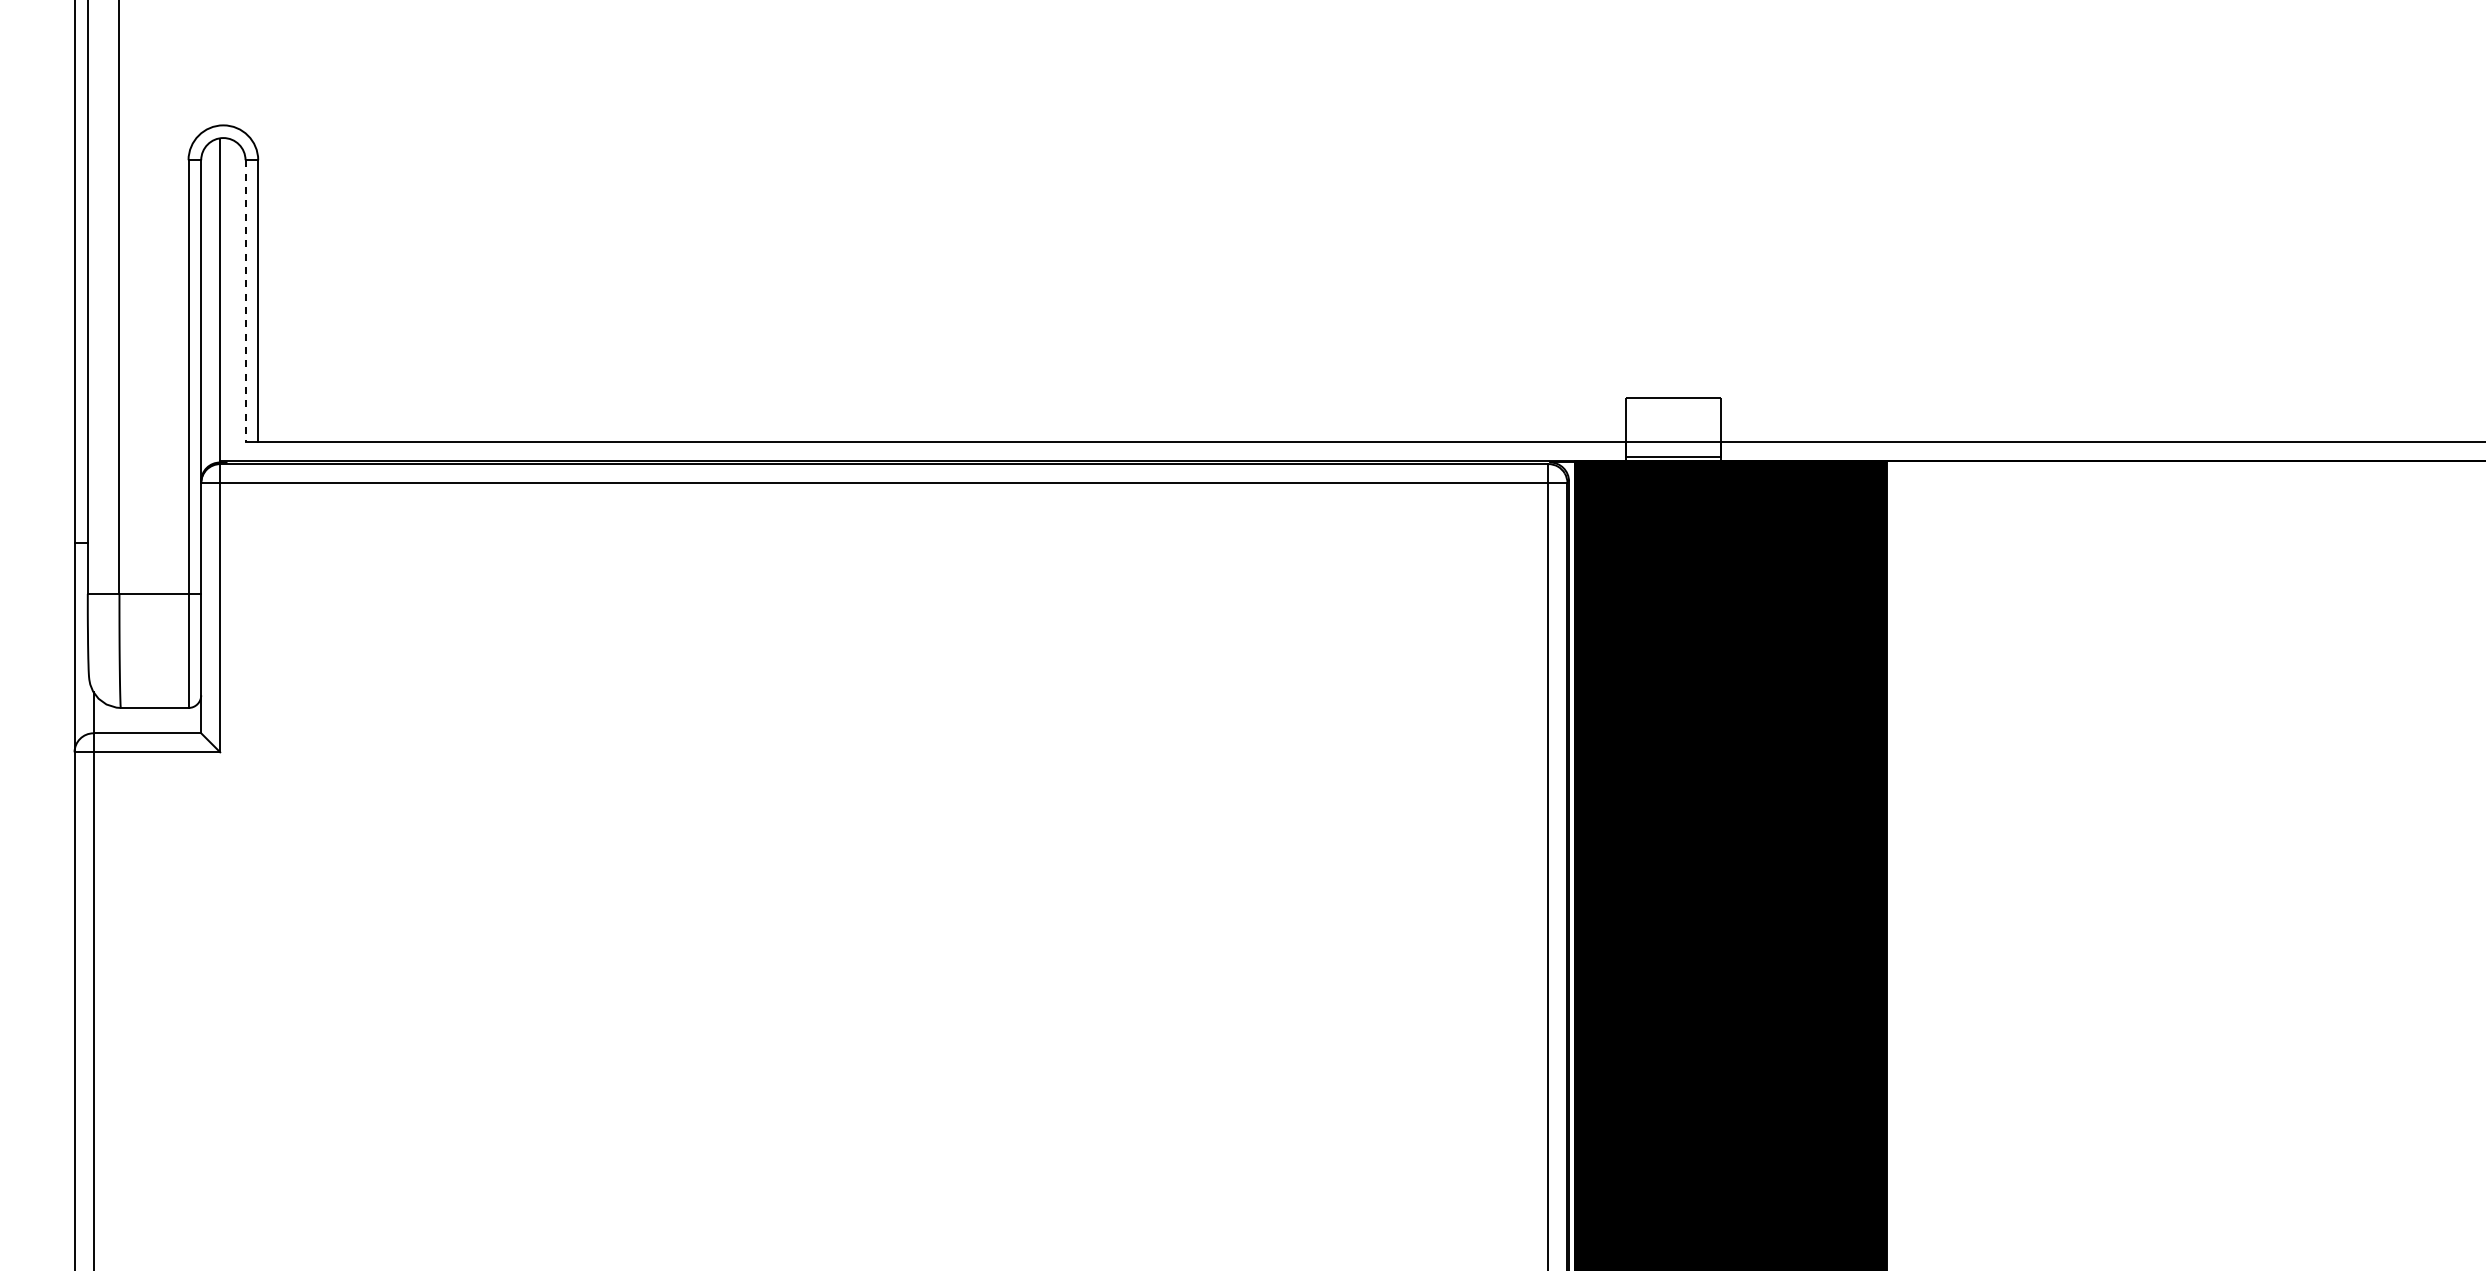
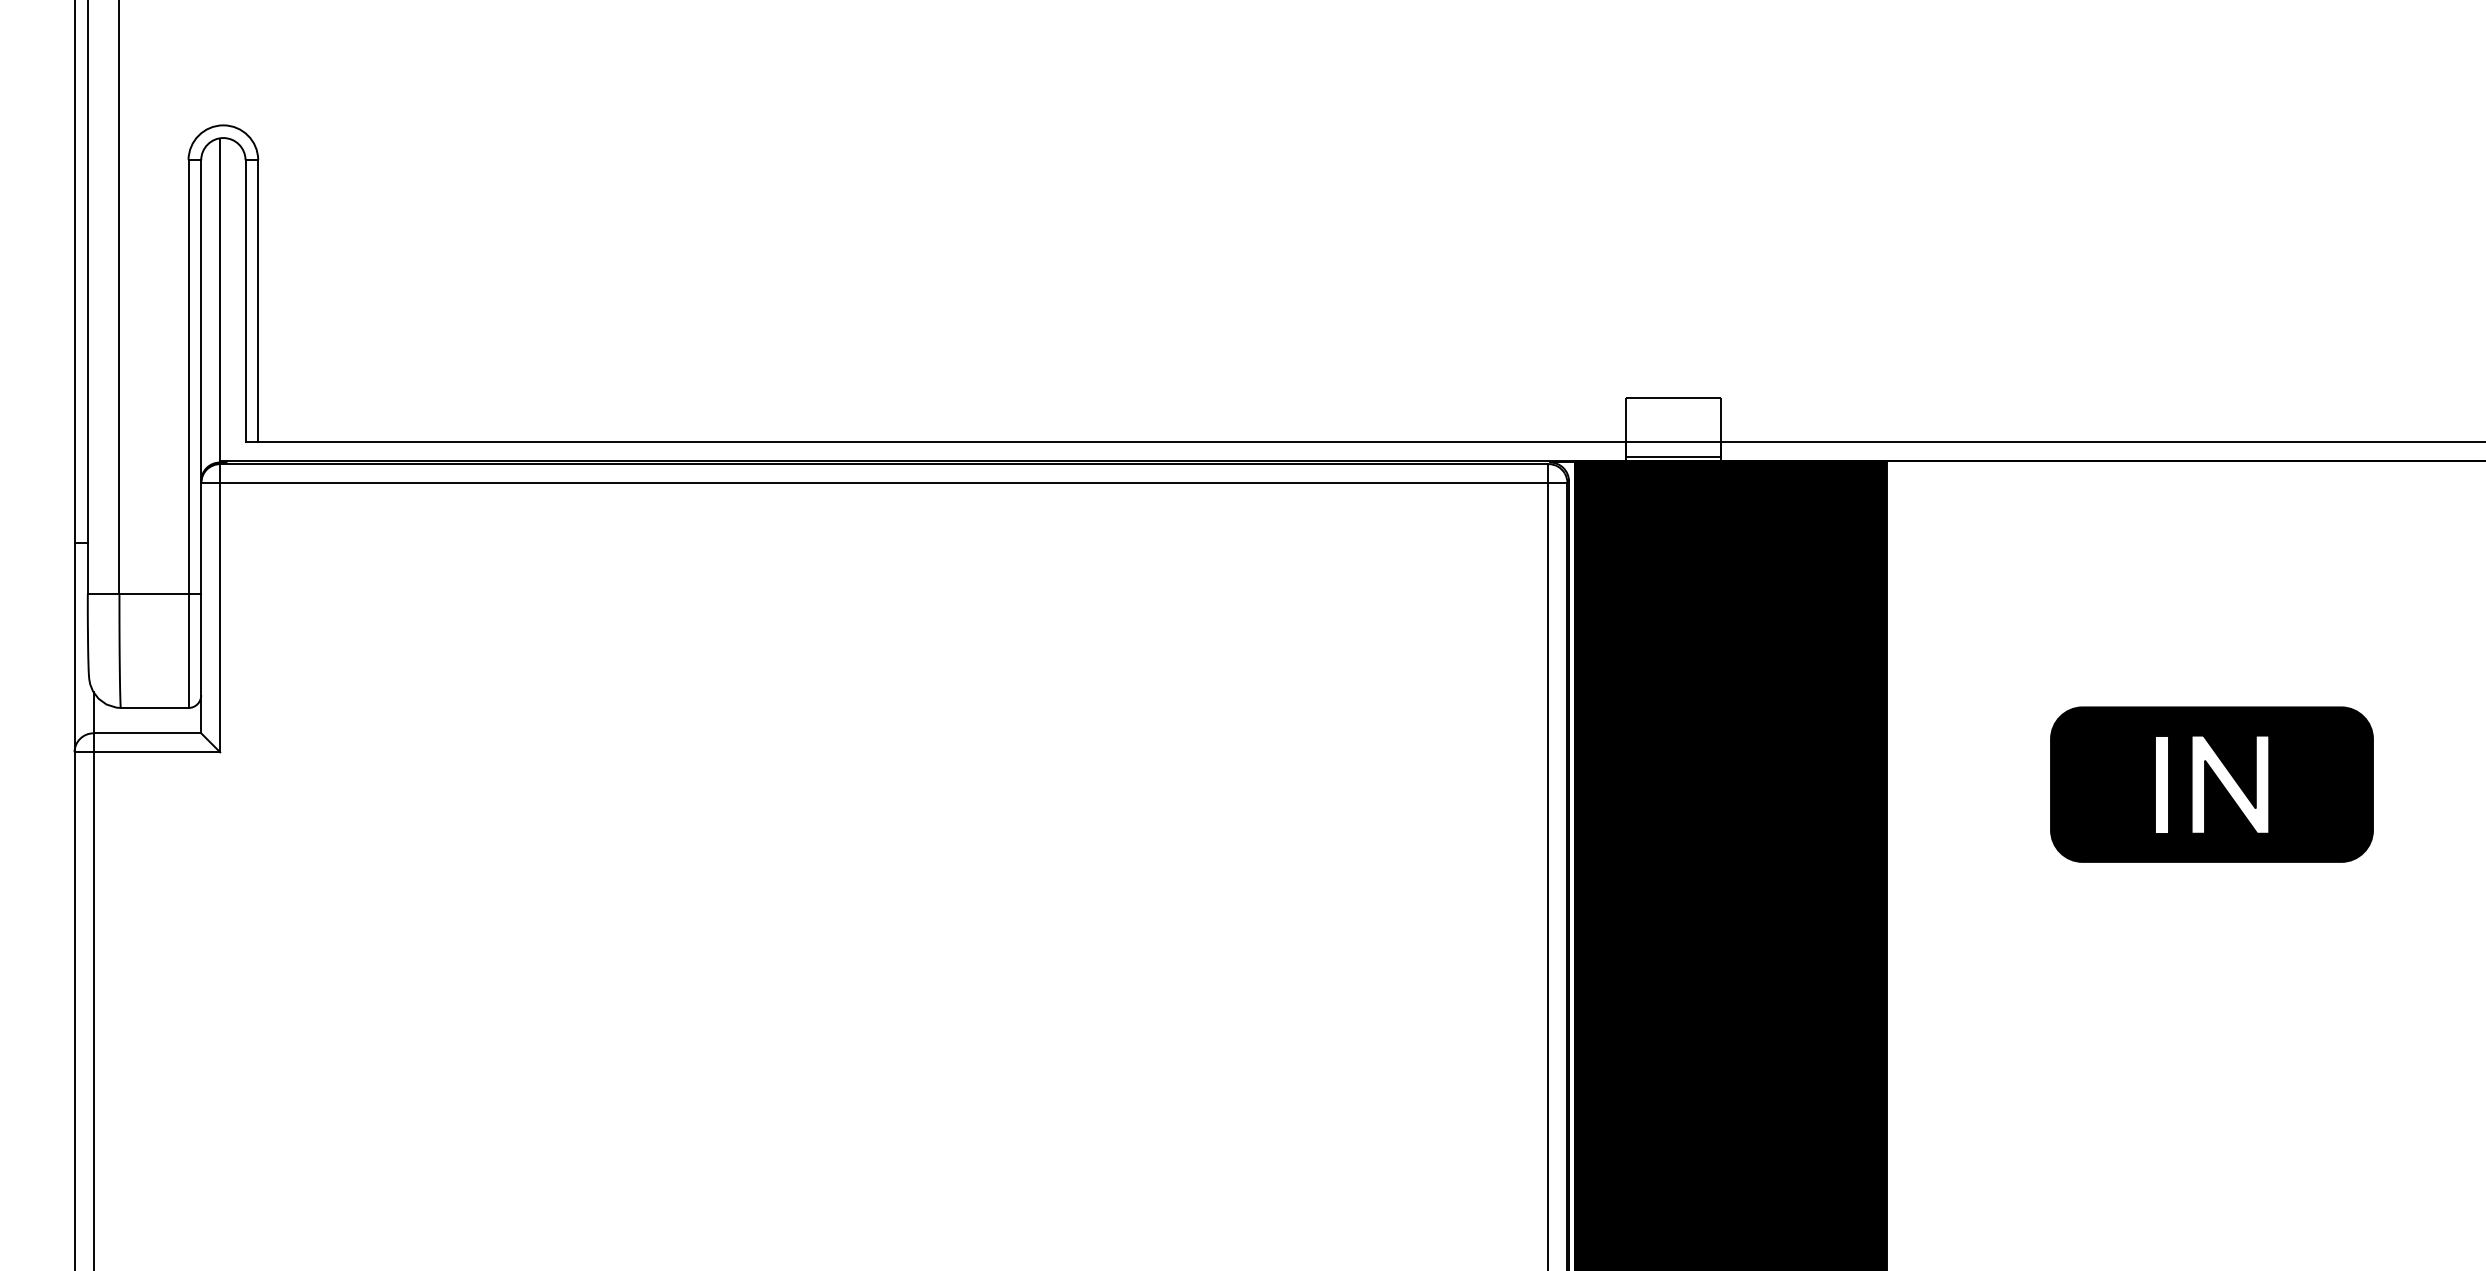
line at (245, 301): dashed -> solid
part at (2211, 784): none -> present
